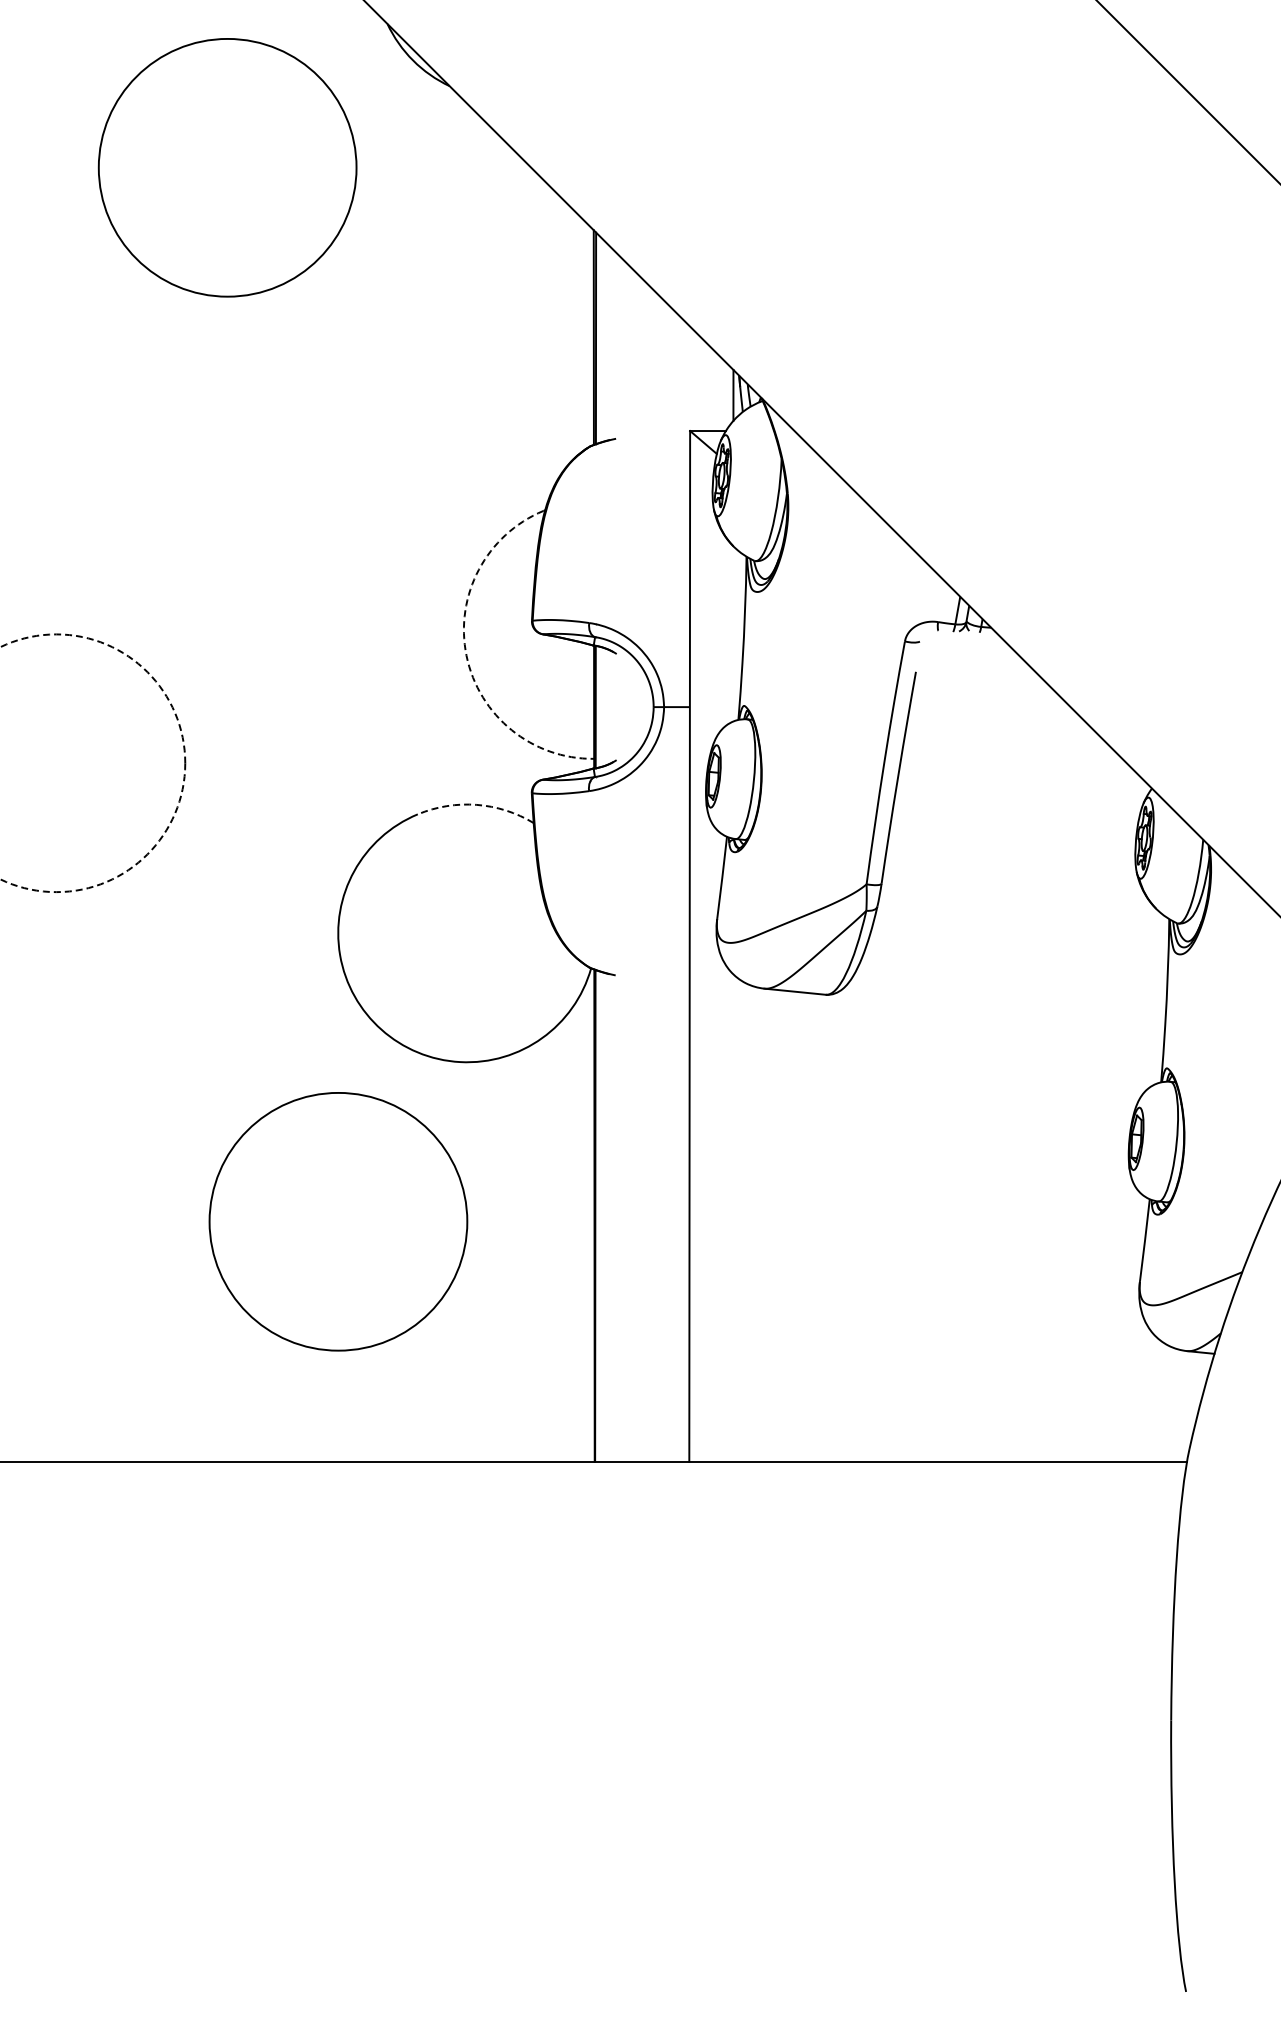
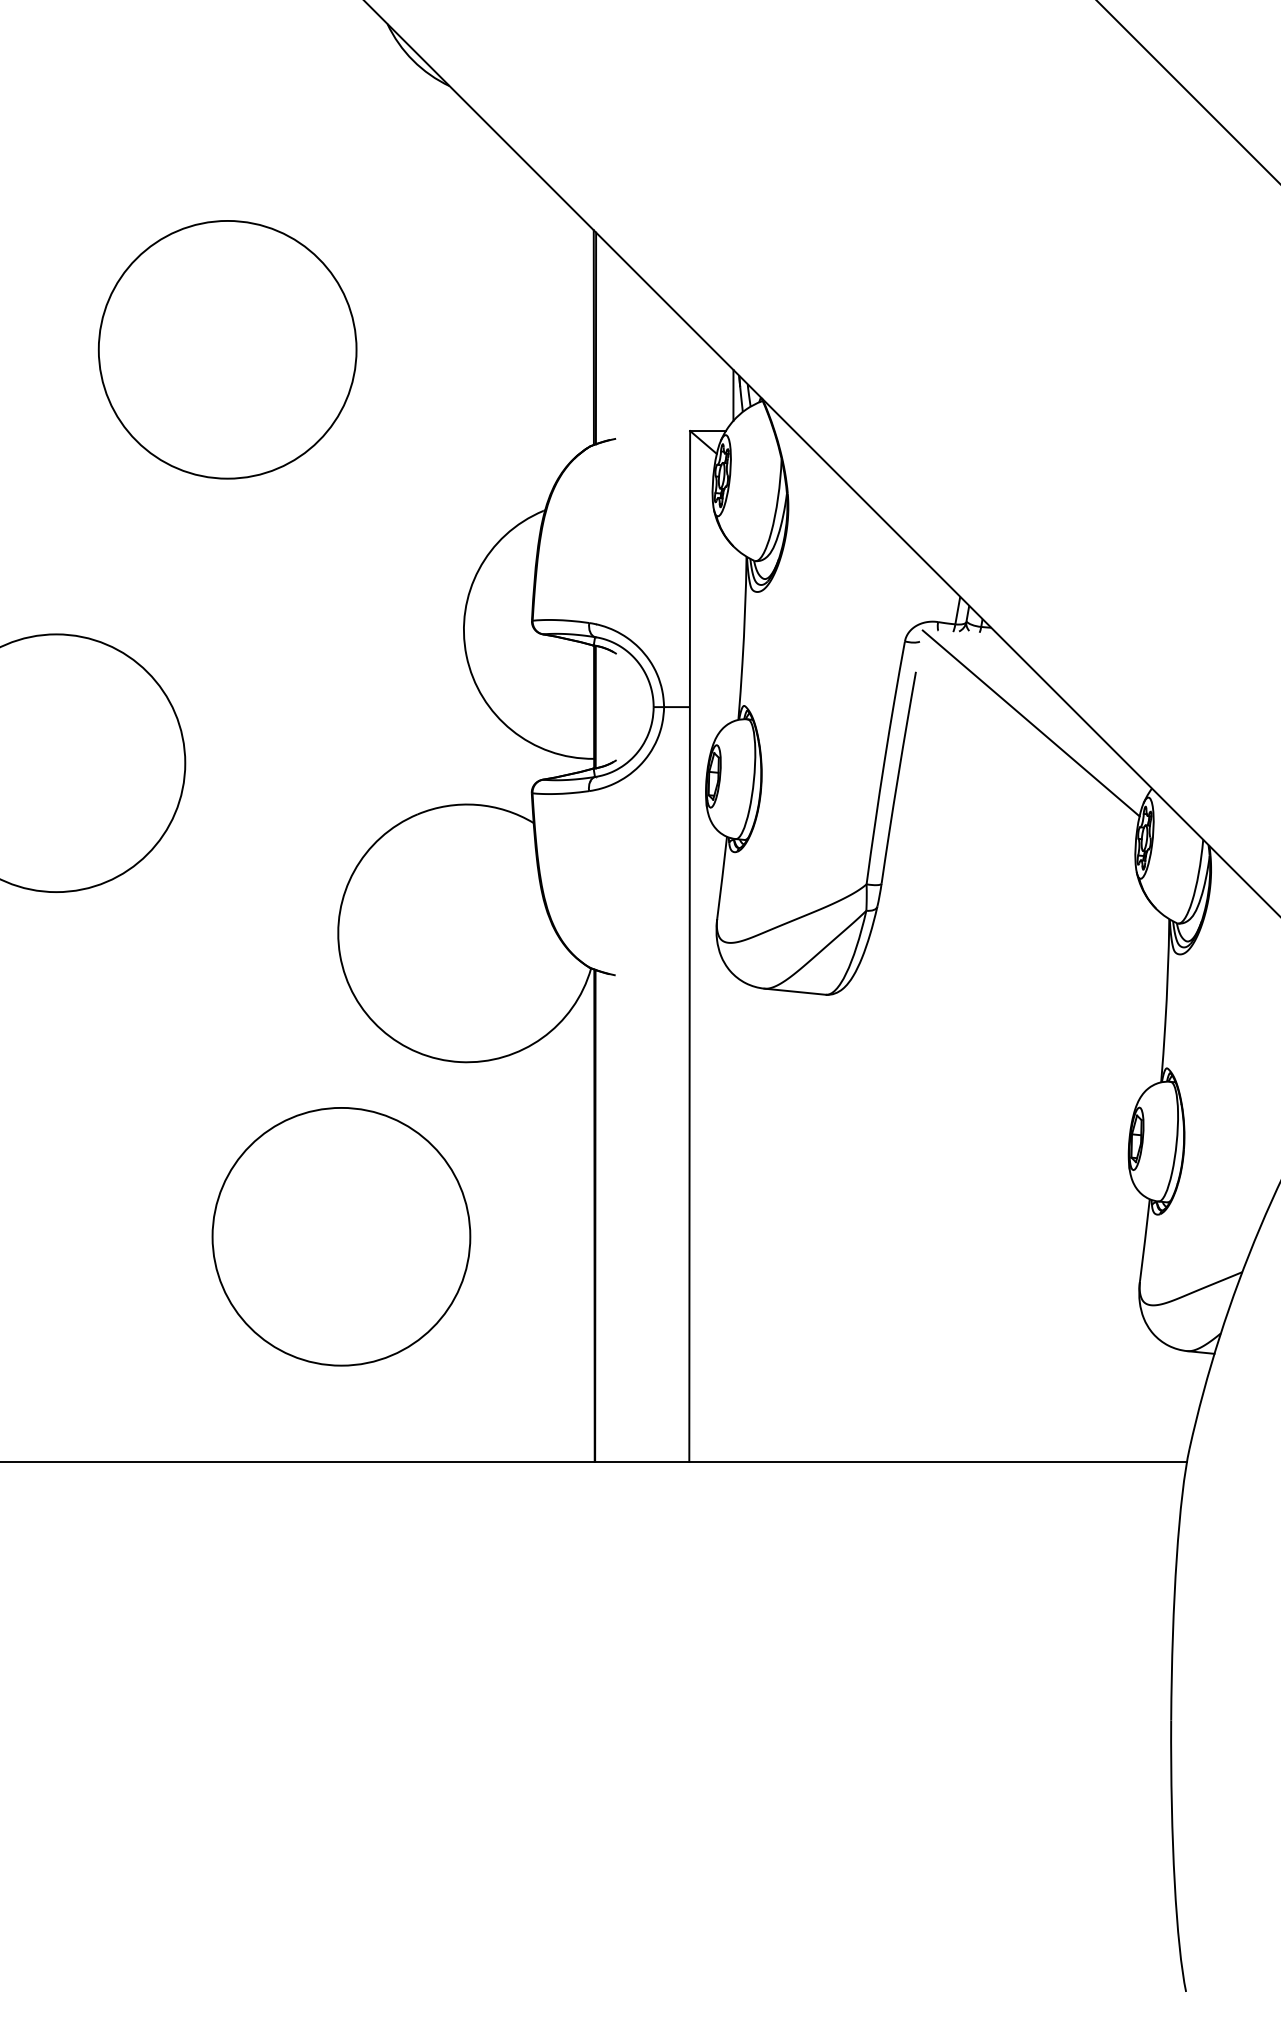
circle at (227, 167) position: (227, 167) -> (227, 349)
arc at (466, 655): dashed -> solid
line at (1030, 723): none -> present
circle at (92, 763): dashed -> solid
arc at (476, 804): dashed -> solid
circle at (338, 1221) position: (338, 1221) -> (341, 1236)
